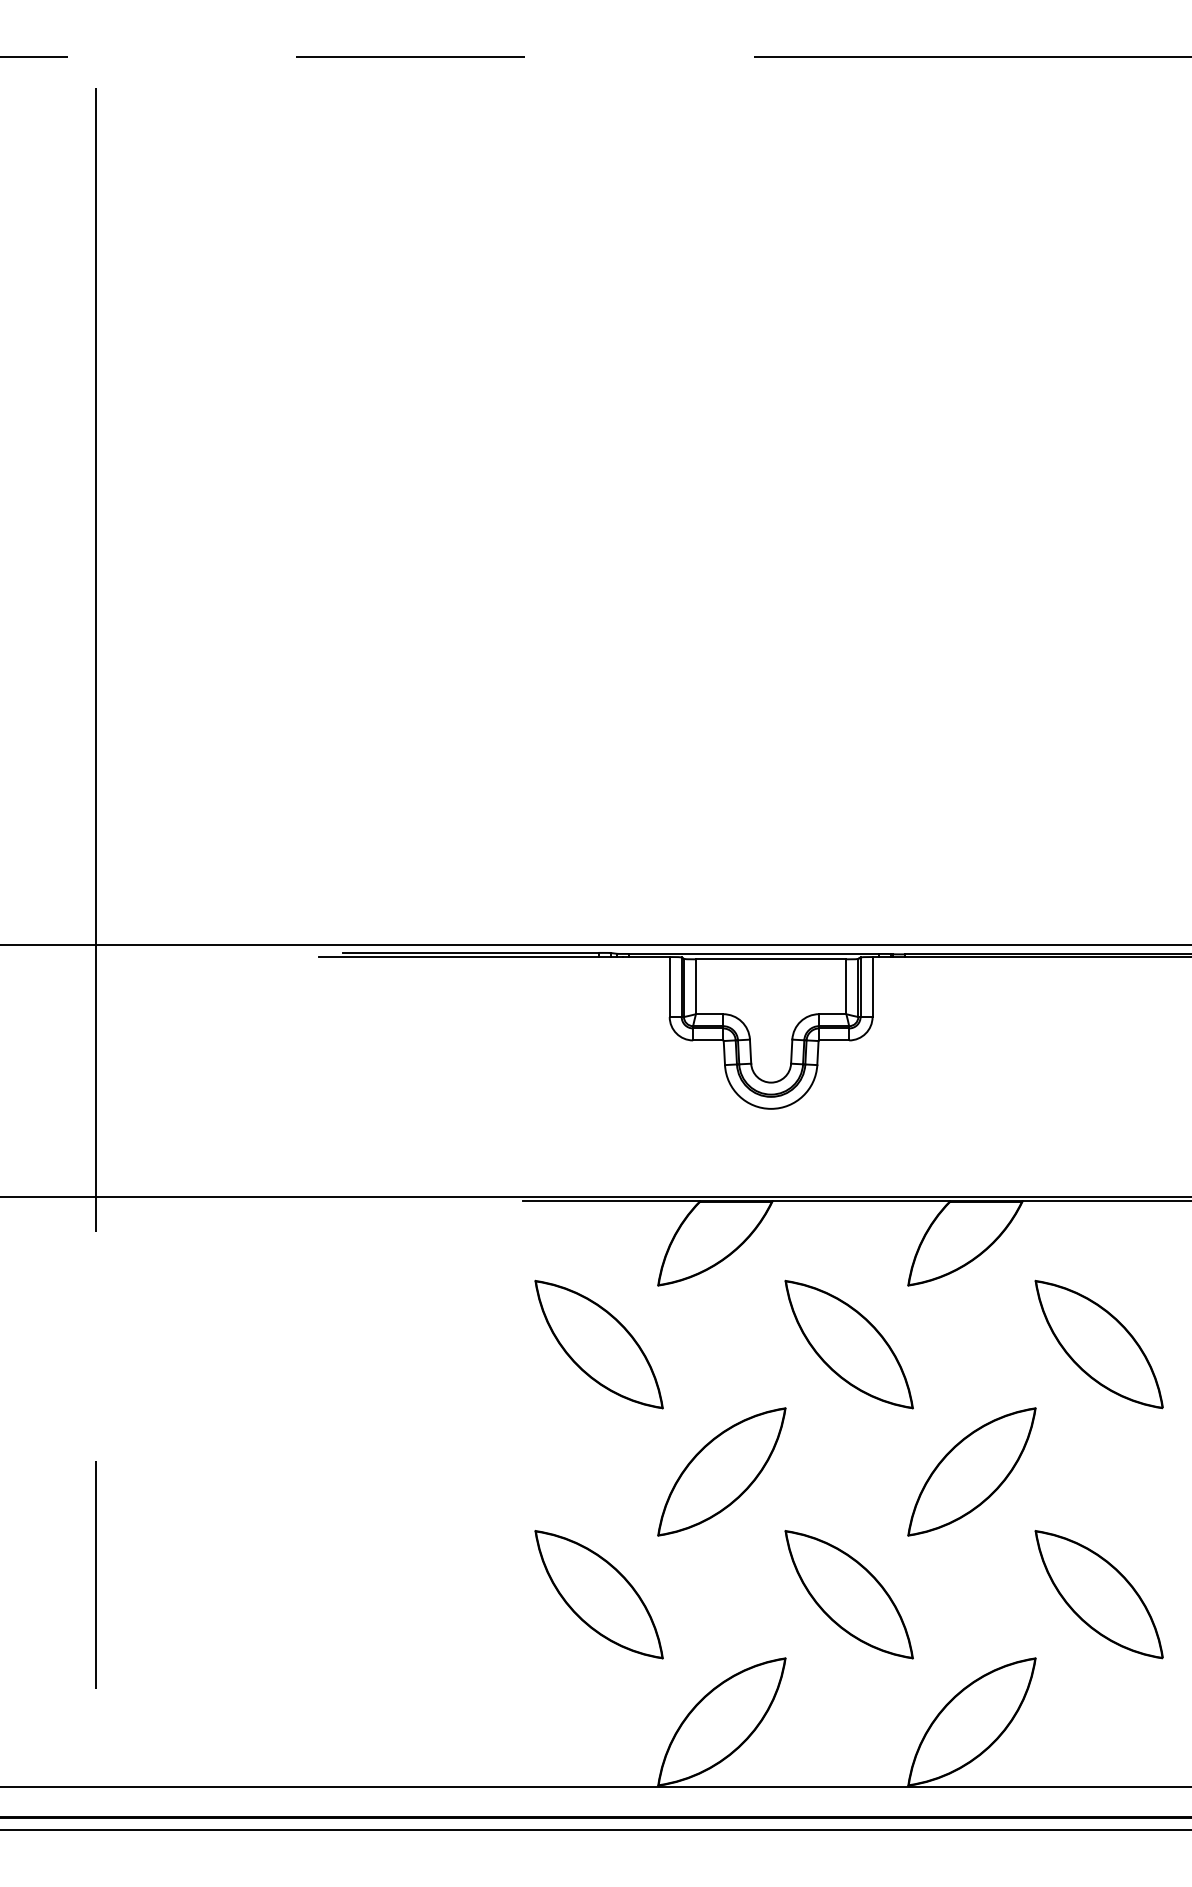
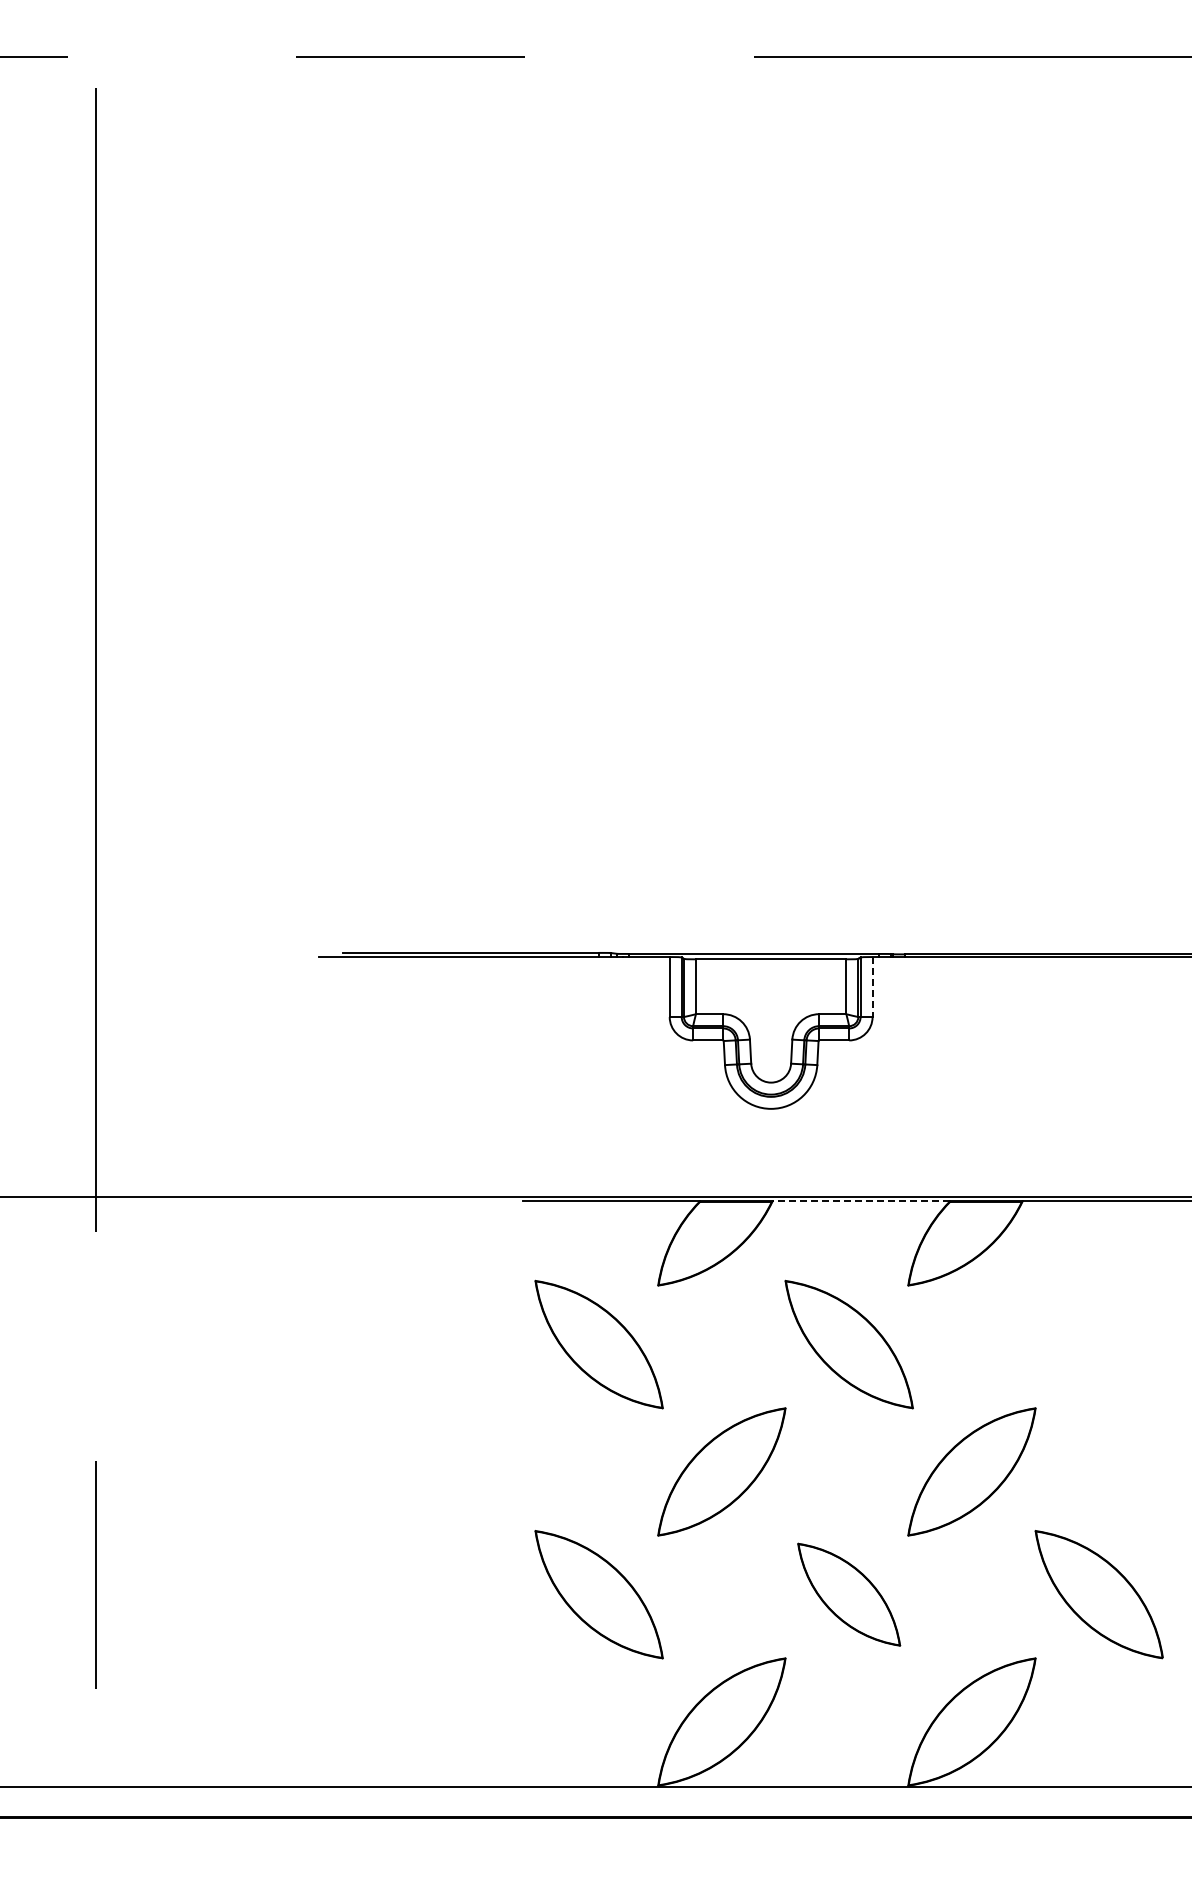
line at (595, 945): present -> none
line at (872, 987): solid -> dashed
line at (861, 1201): solid -> dashed
part at (1098, 1344): present -> none
part at (848, 1594) size: 130x130 px -> 105x105 px
line at (595, 1830): present -> none
